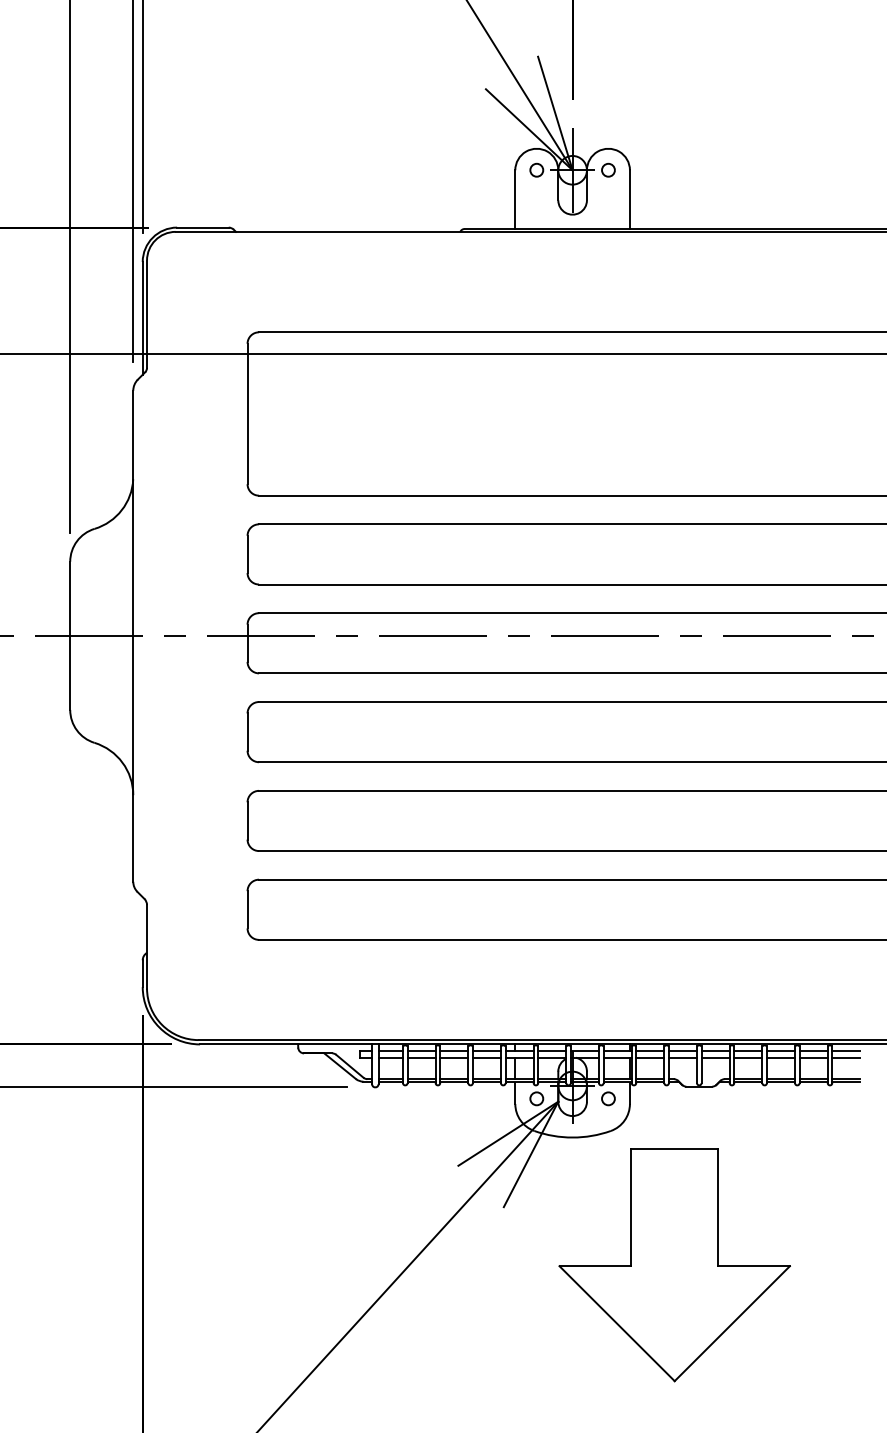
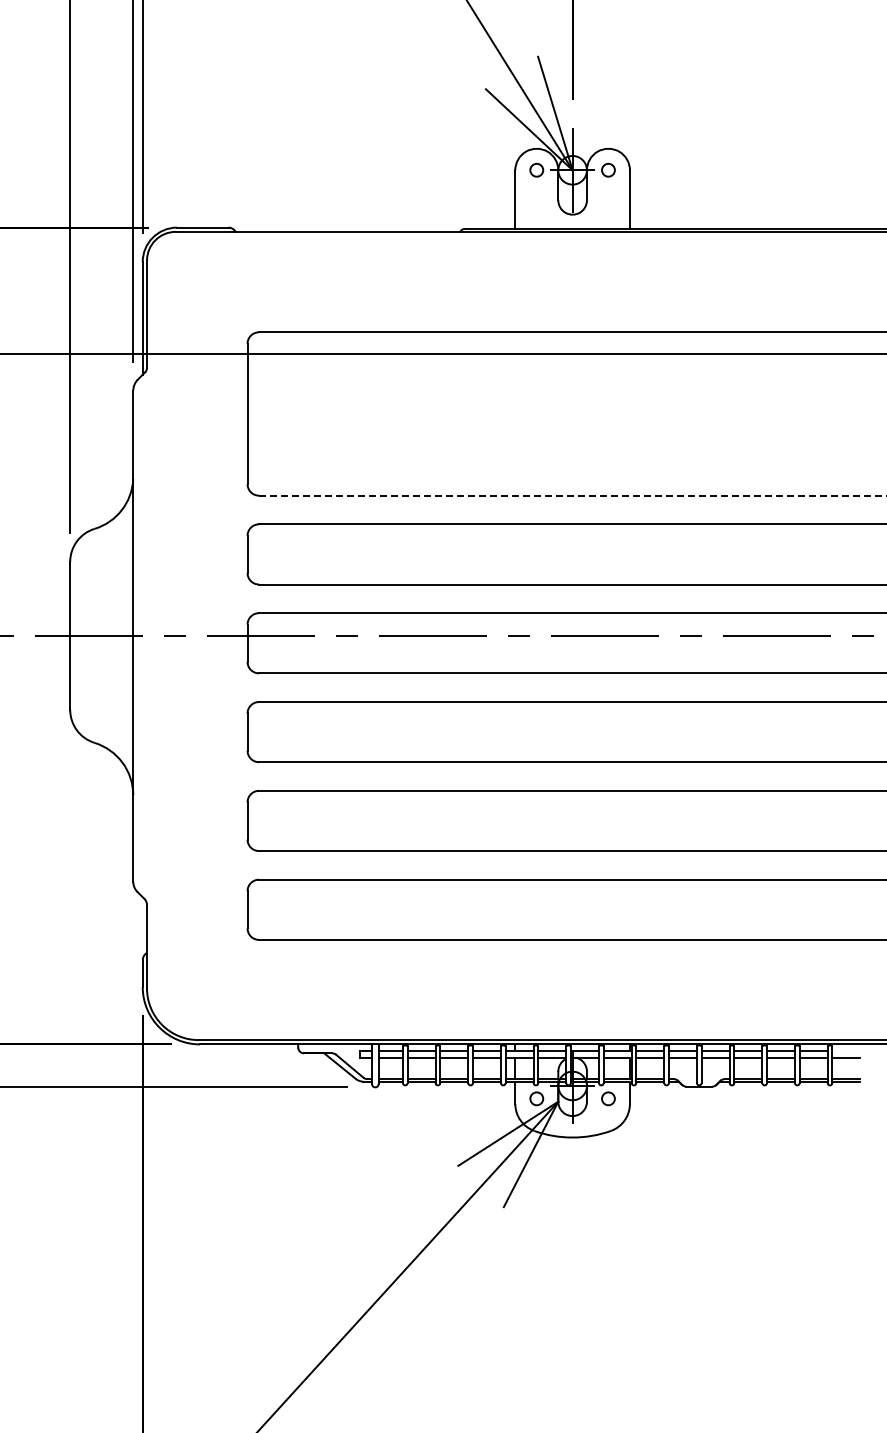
line at (572, 495): solid -> dashed
line at (846, 1051): present -> none
part at (674, 1265): present -> none
